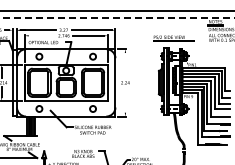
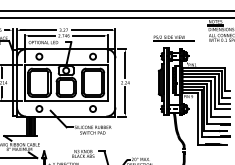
line at (117, 18): dashed -> solid
line at (41, 35): none -> present
line at (125, 65): none -> present
line at (125, 99): none -> present
